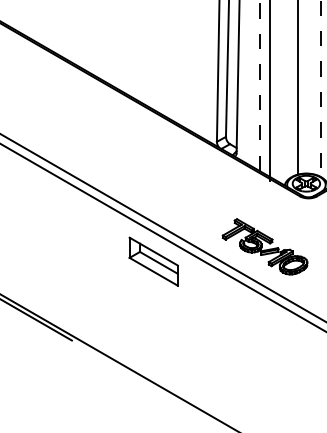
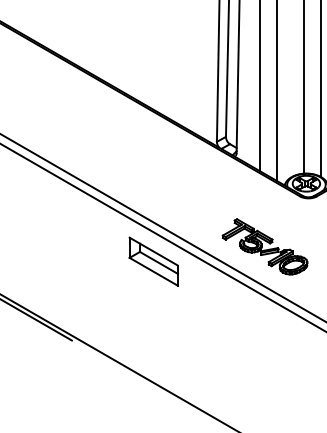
line at (259, 85): dashed -> solid
line at (298, 87) position: (298, 87) -> (304, 87)
line at (321, 89): dashed -> solid
line at (269, 91) position: (269, 91) -> (276, 91)
